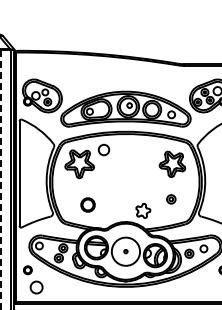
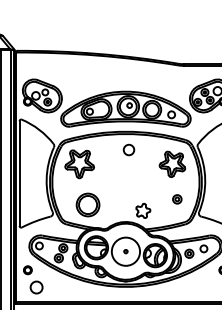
circle at (103, 149) position: (103, 149) -> (128, 149)
line at (0, 179): dashed -> solid
part at (171, 199) position: (171, 199) -> (177, 199)
part at (87, 204) size: 16x16 px -> 26x26 px
